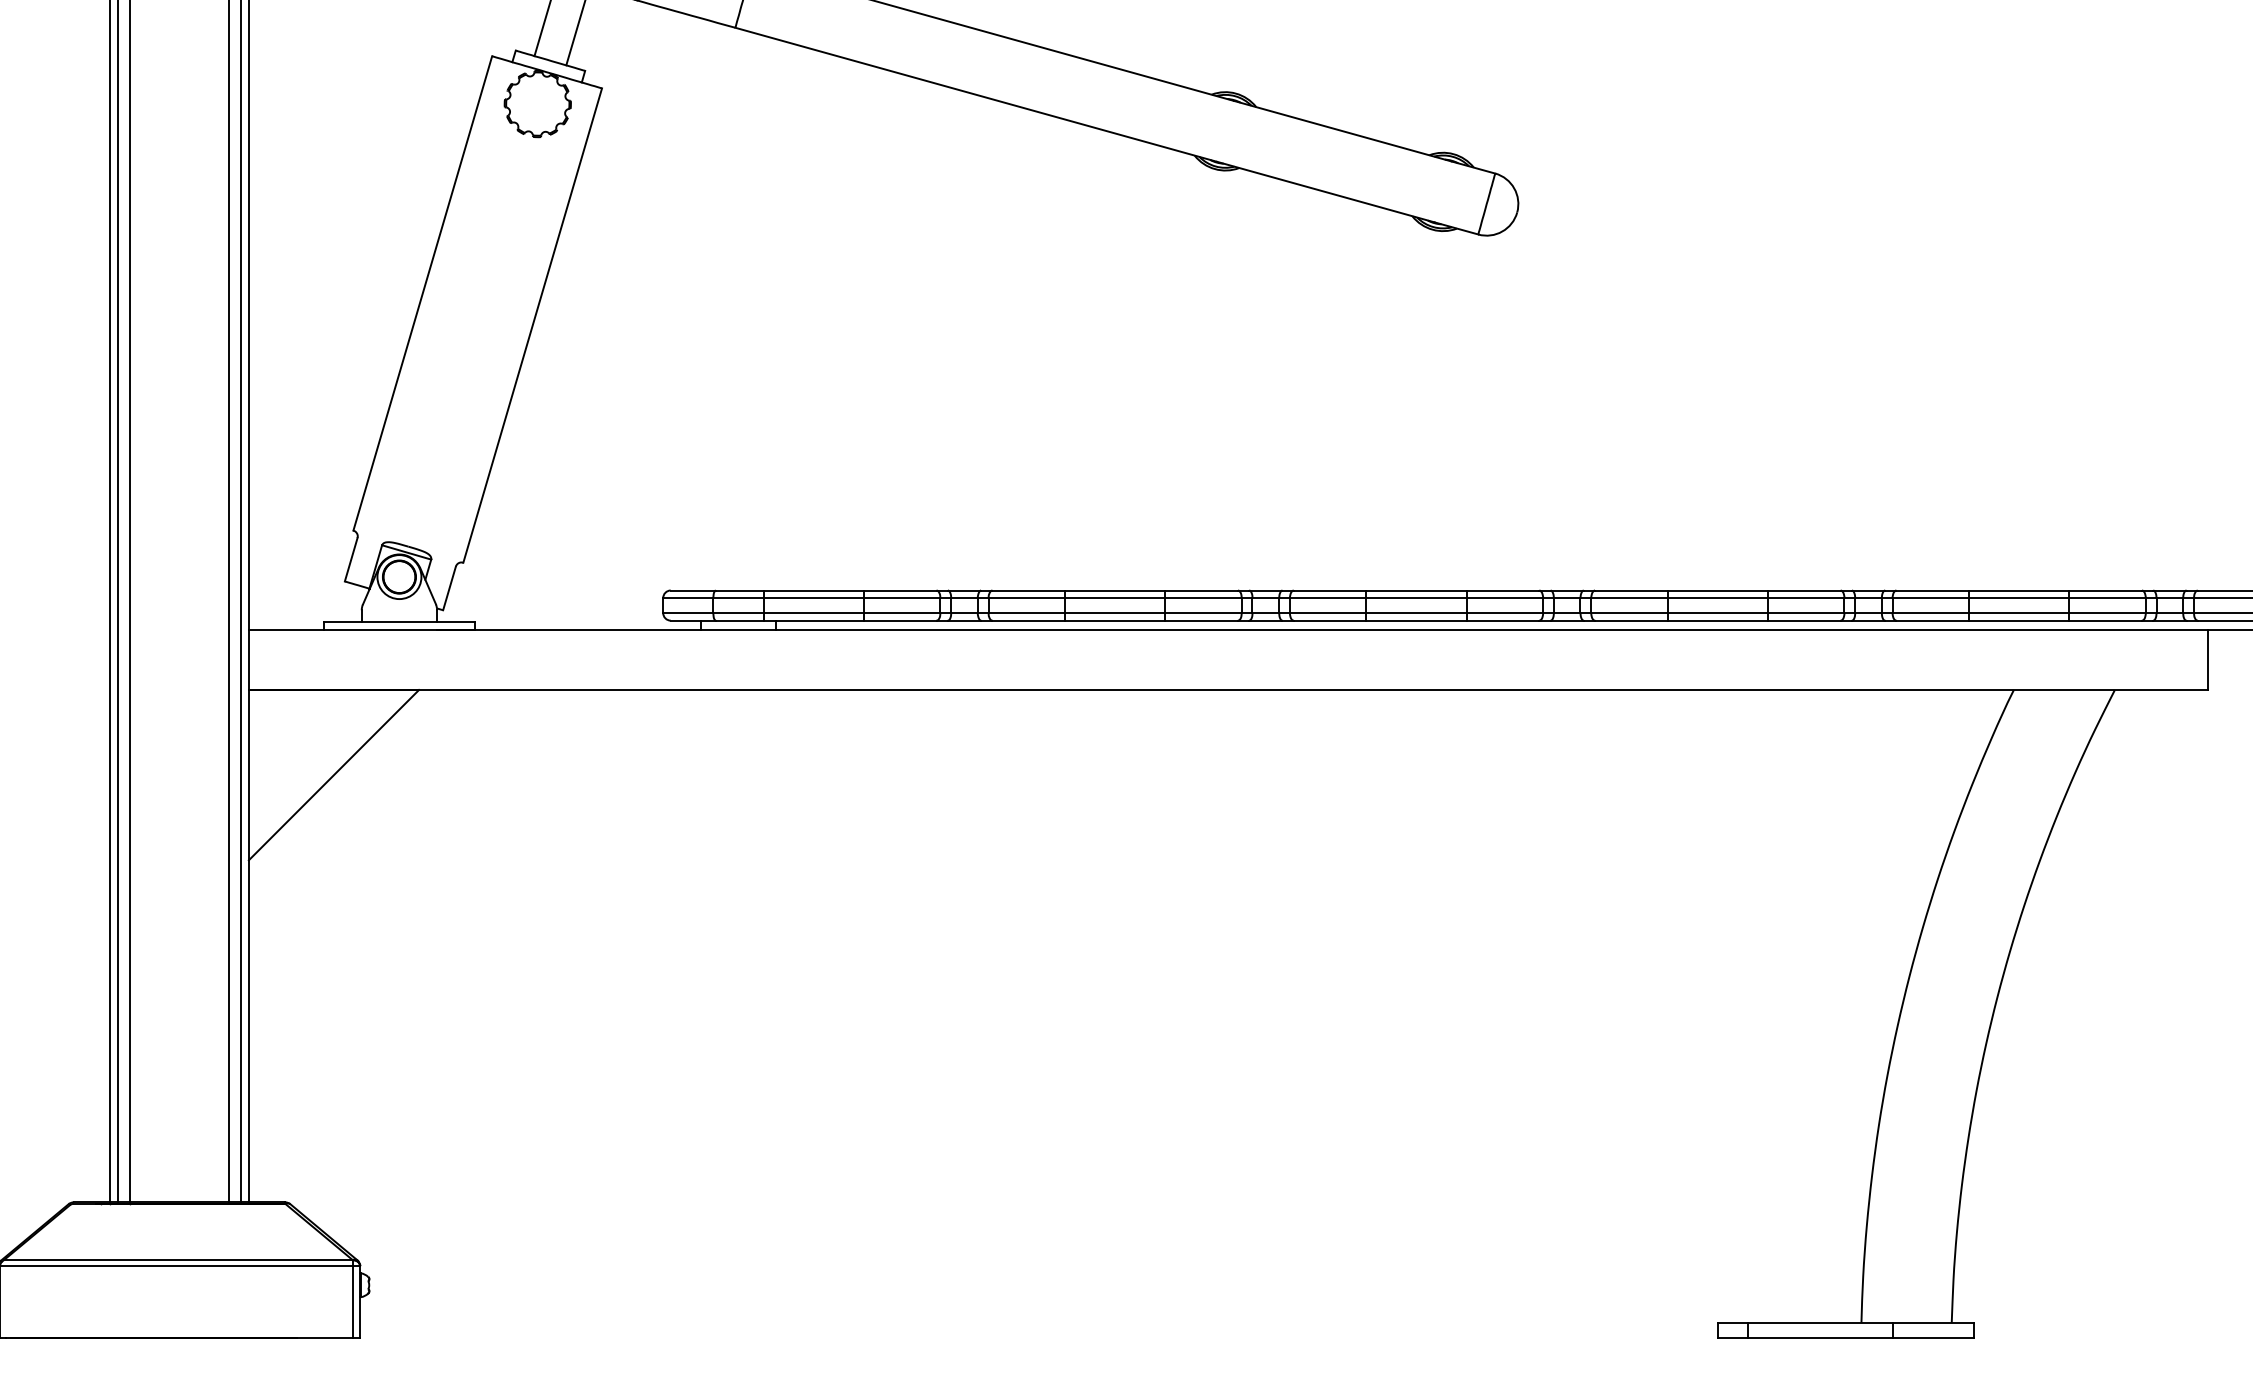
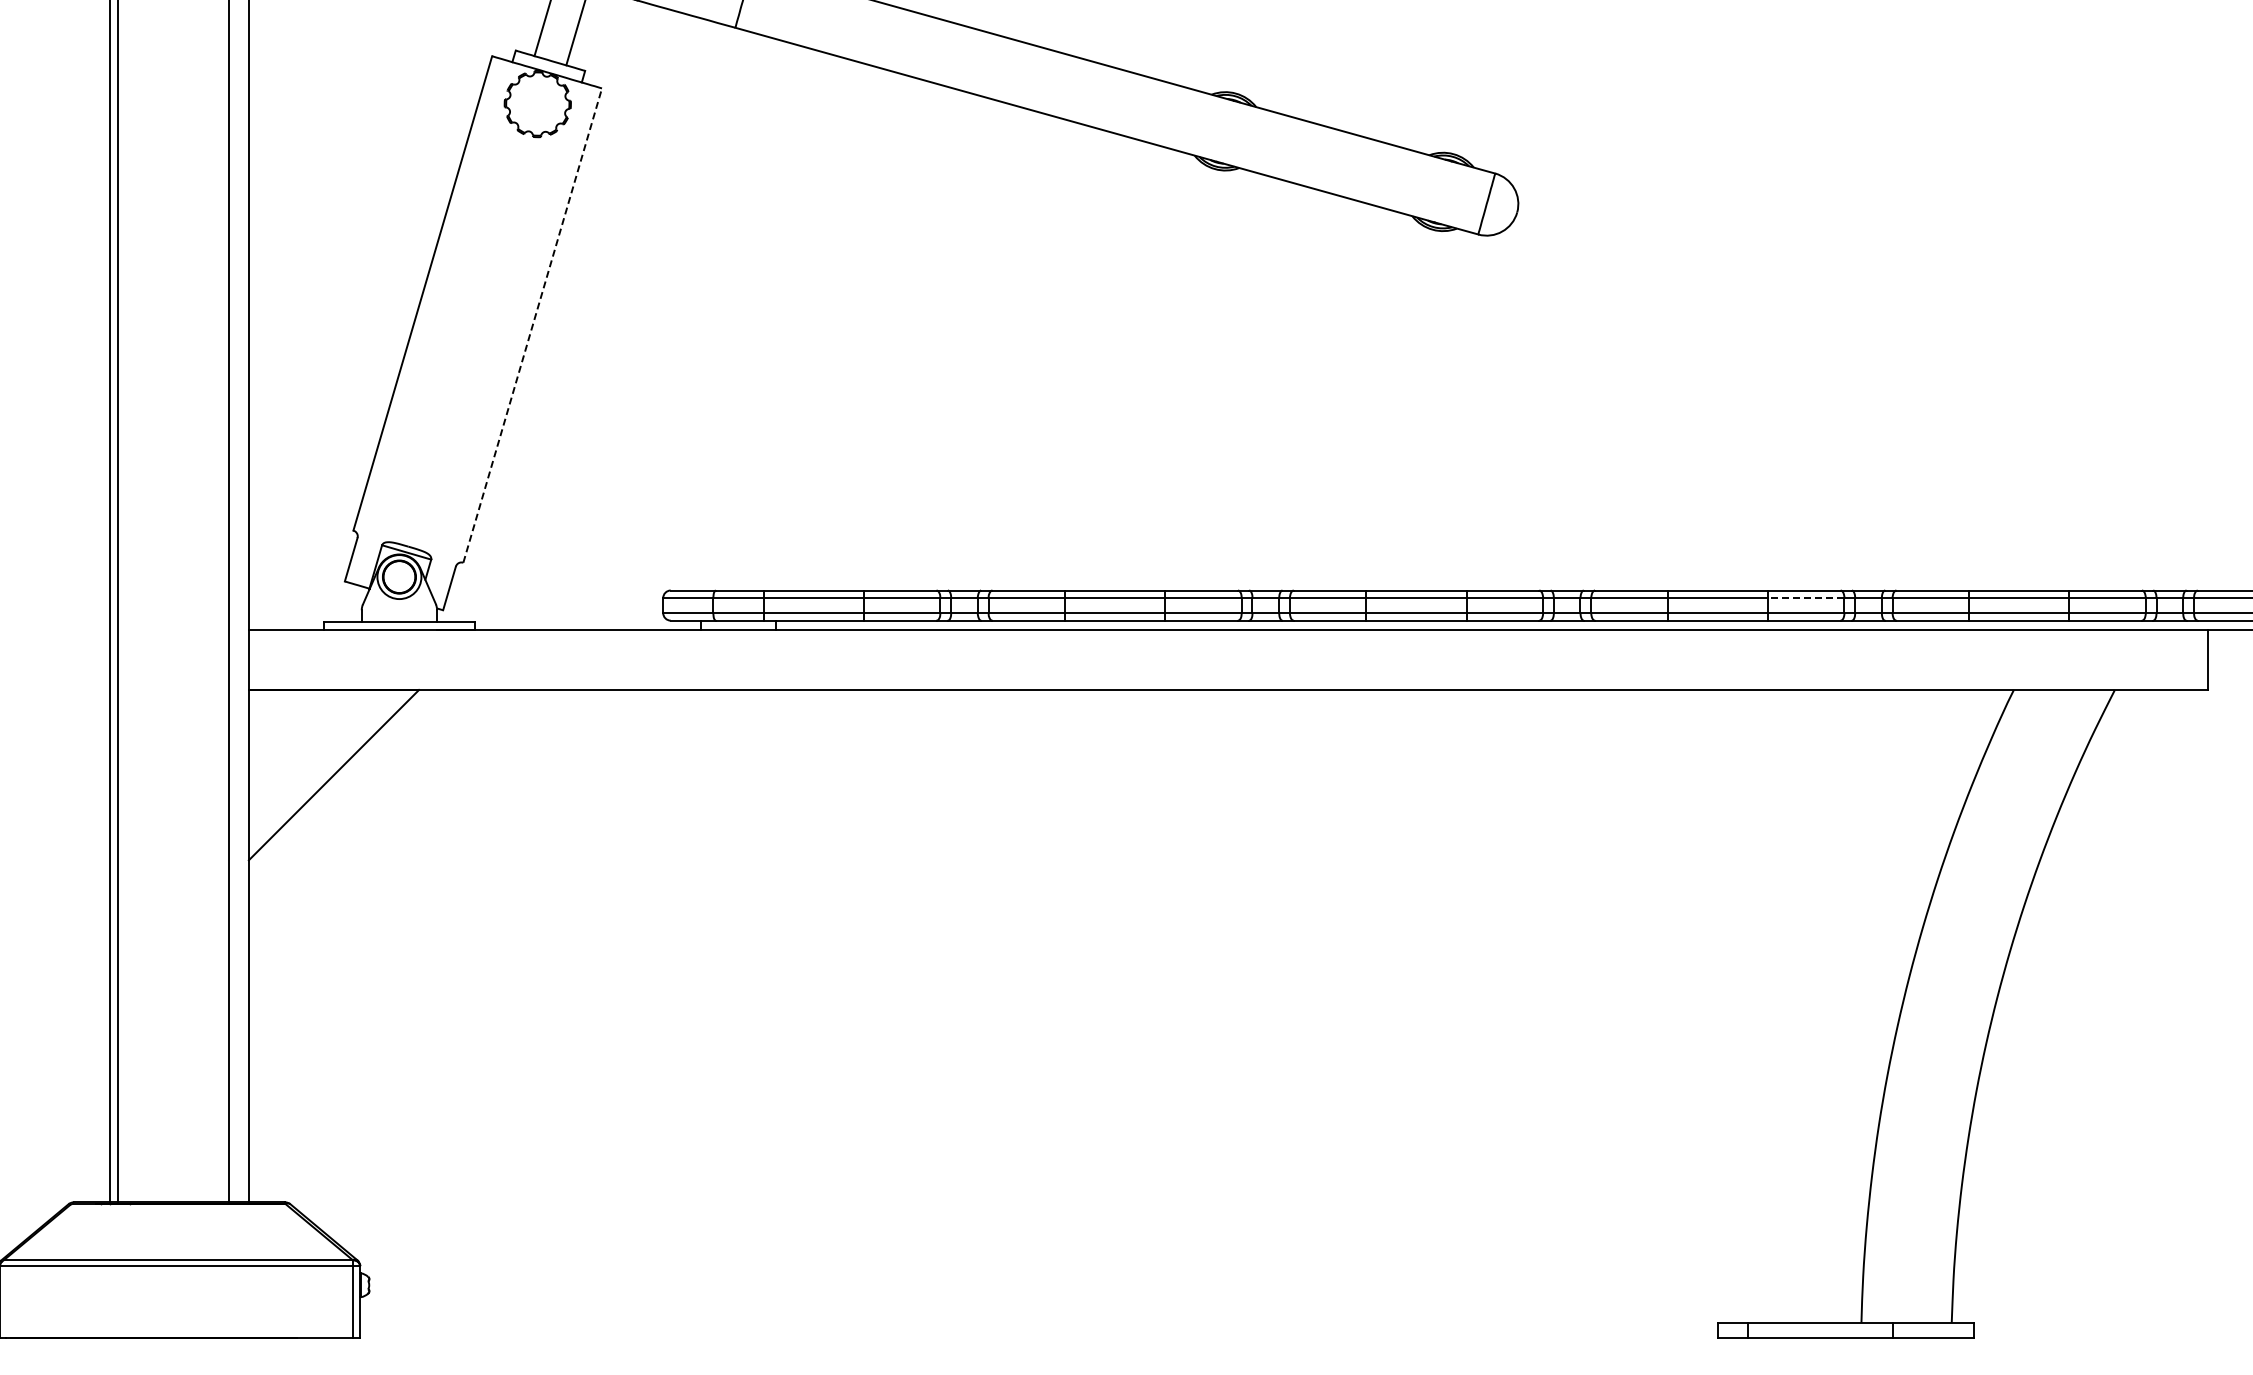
line at (532, 325): solid -> dashed
line at (1805, 598): solid -> dashed
line at (129, 602): present -> none
line at (241, 602): present -> none
